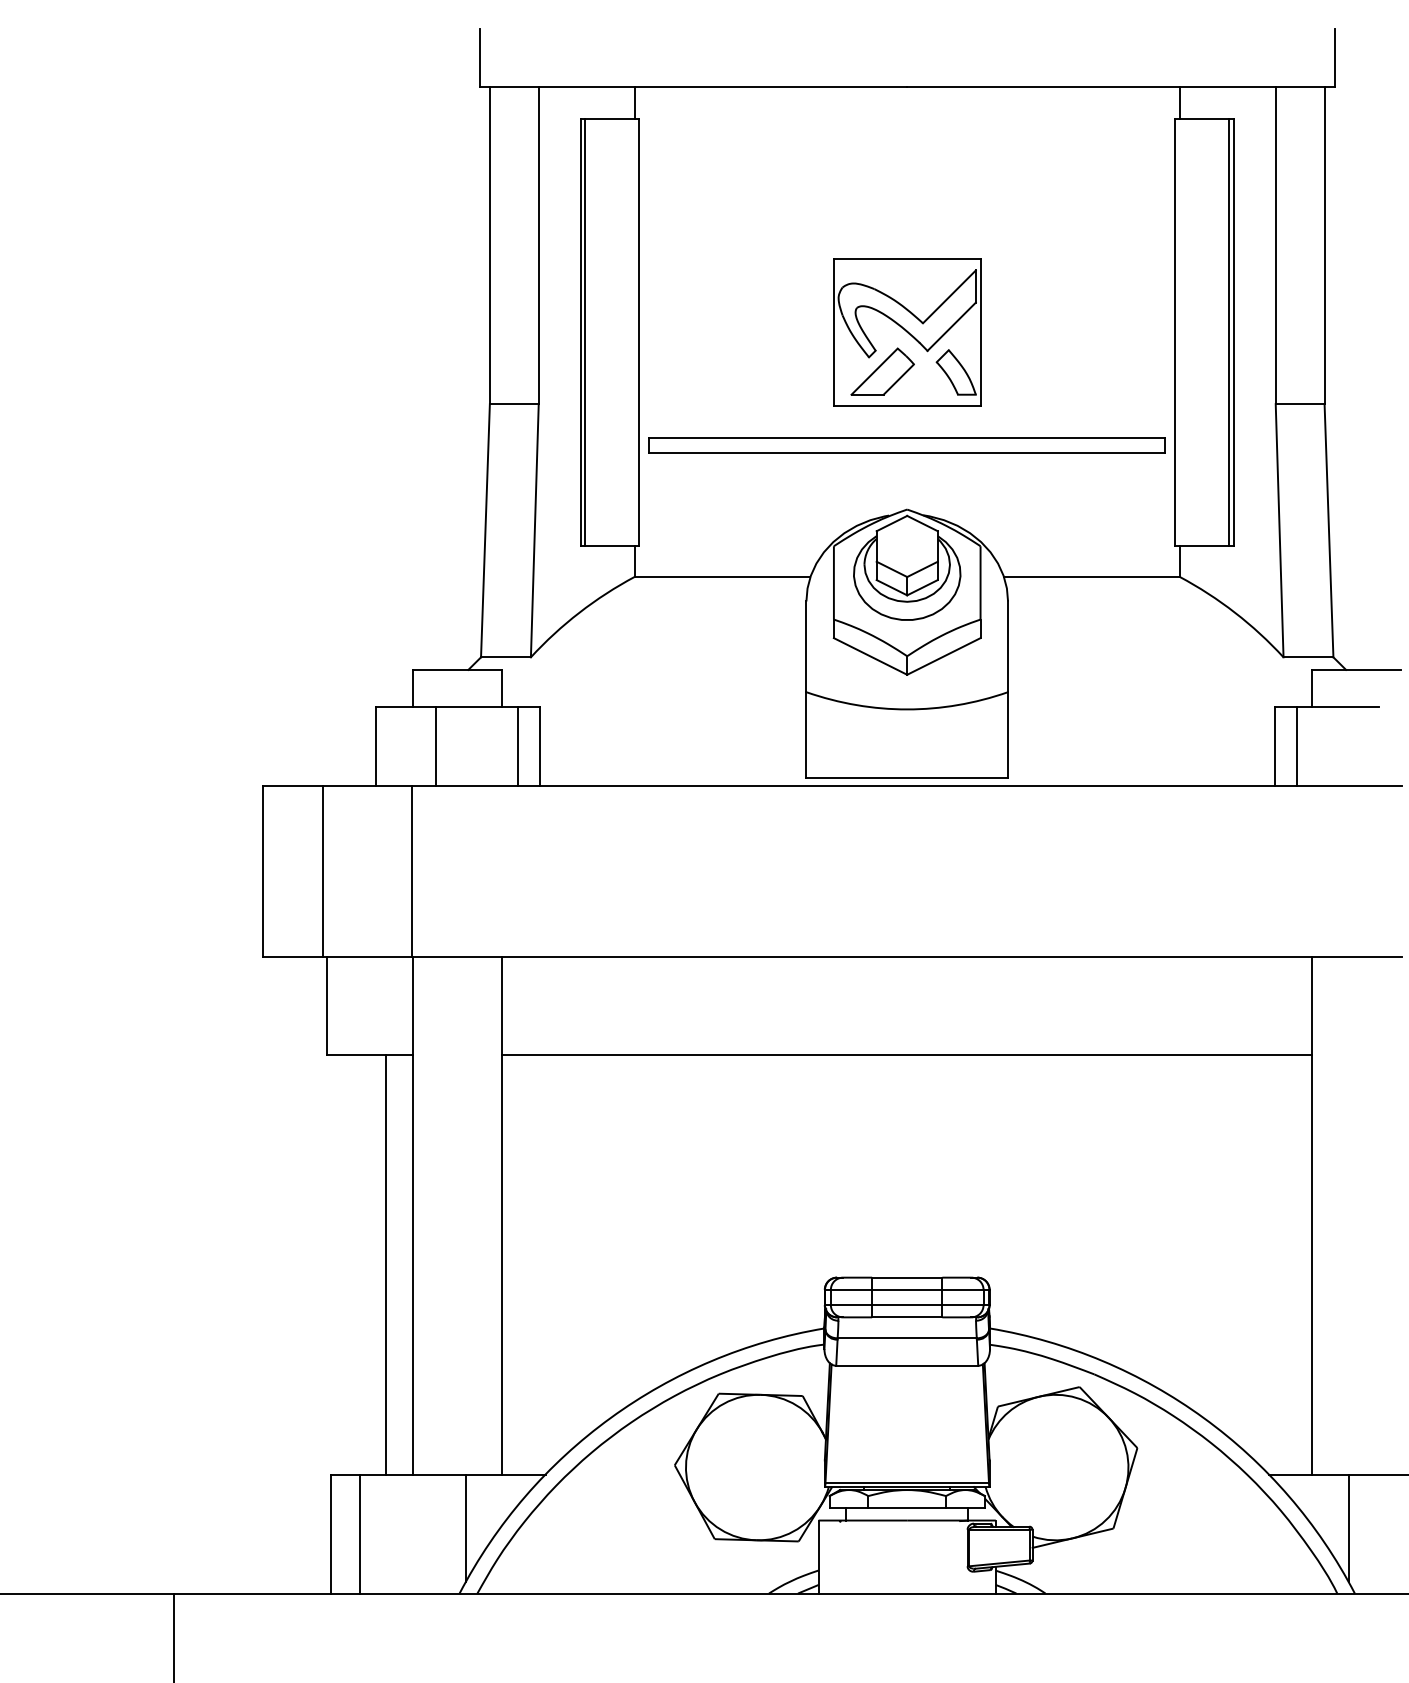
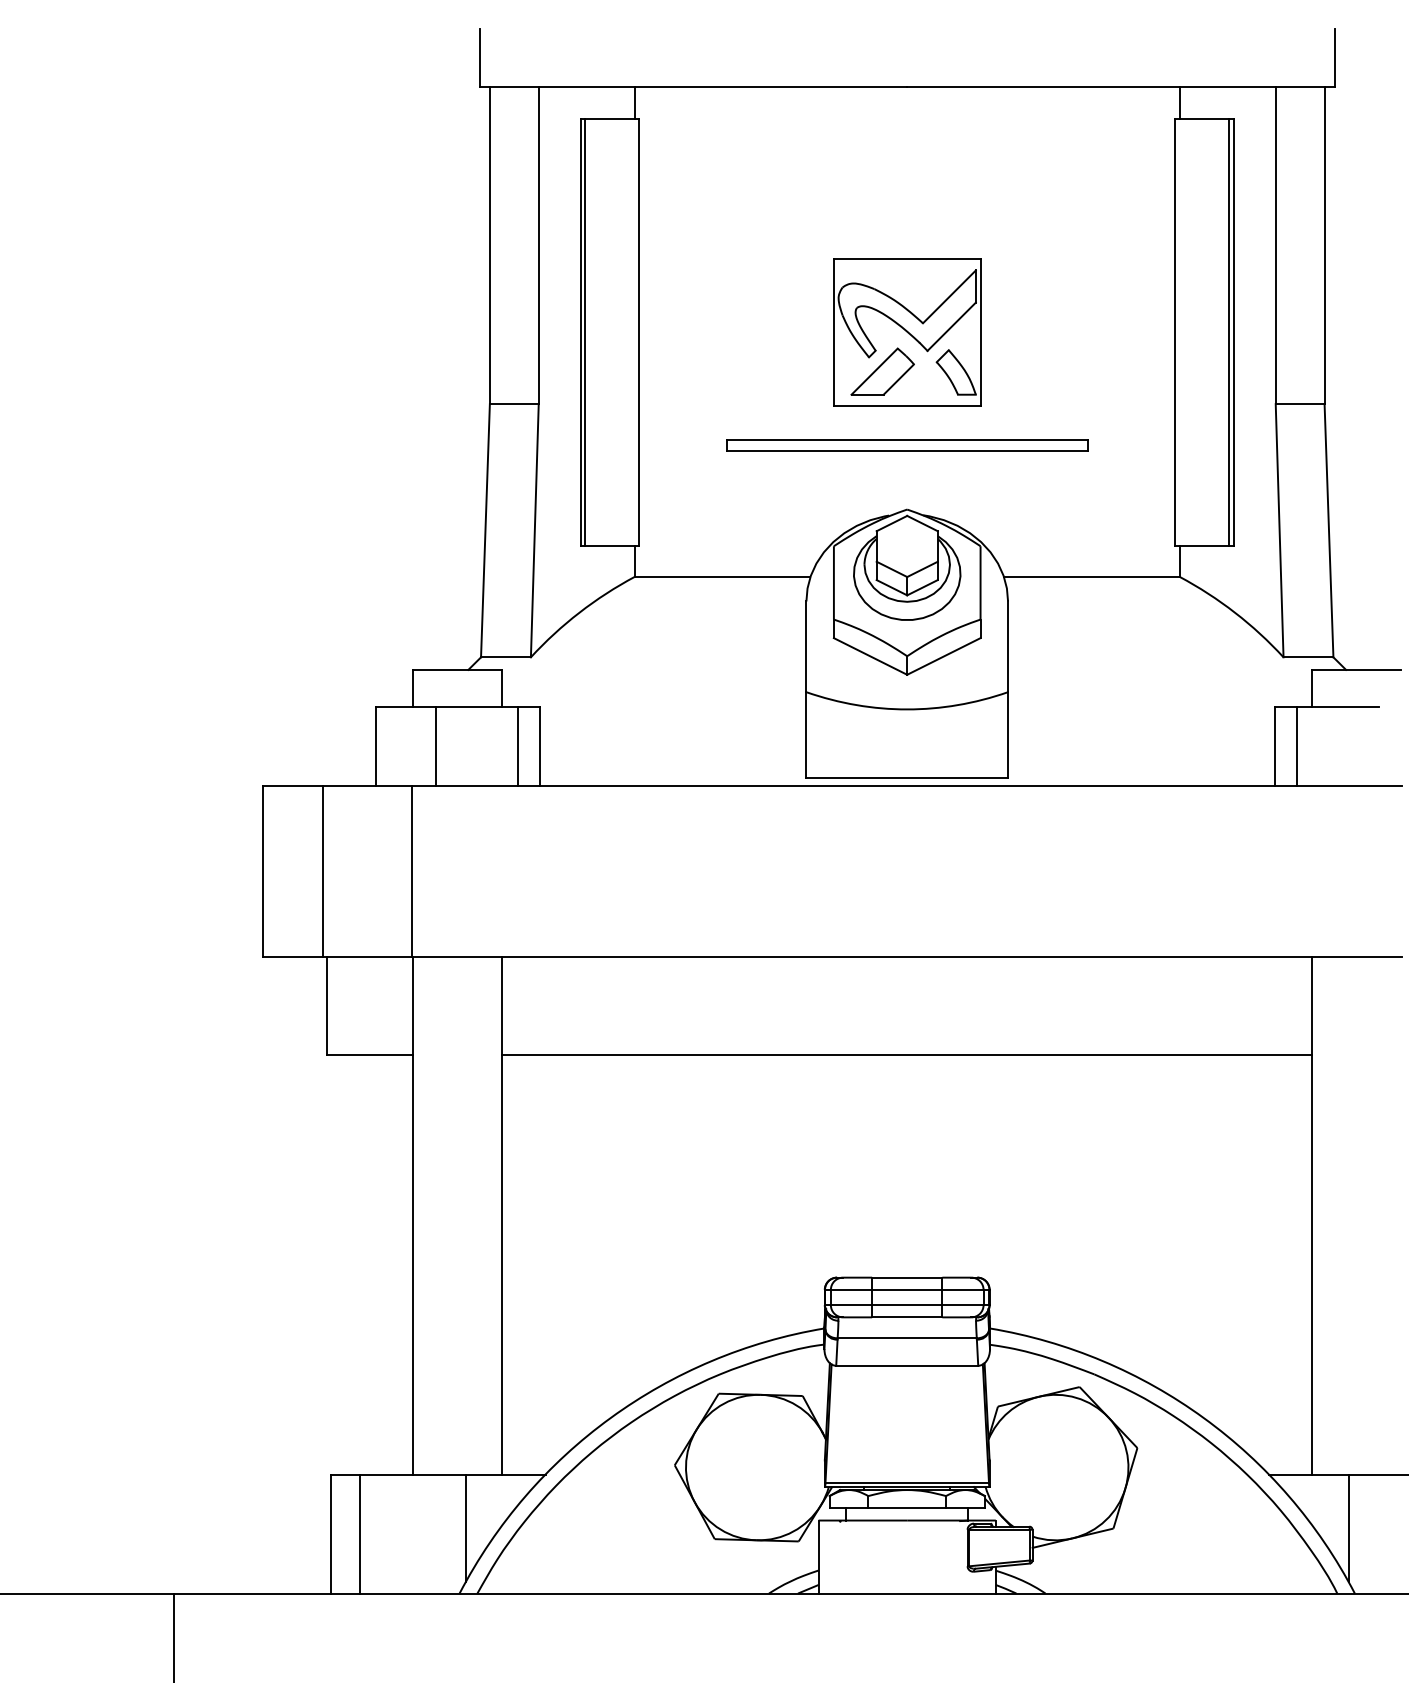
part at (906, 445) size: 518x17 px -> 363x13 px
line at (385, 1264): present -> none
